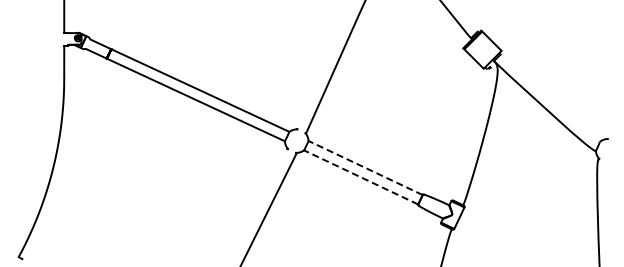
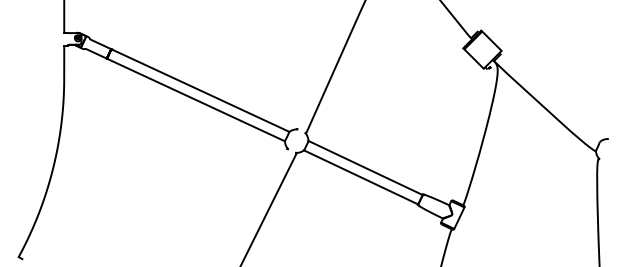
line at (365, 167): dashed -> solid
line at (360, 177): dashed -> solid
